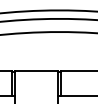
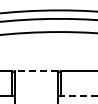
line at (36, 71): solid -> dashed
line at (77, 96): solid -> dashed
